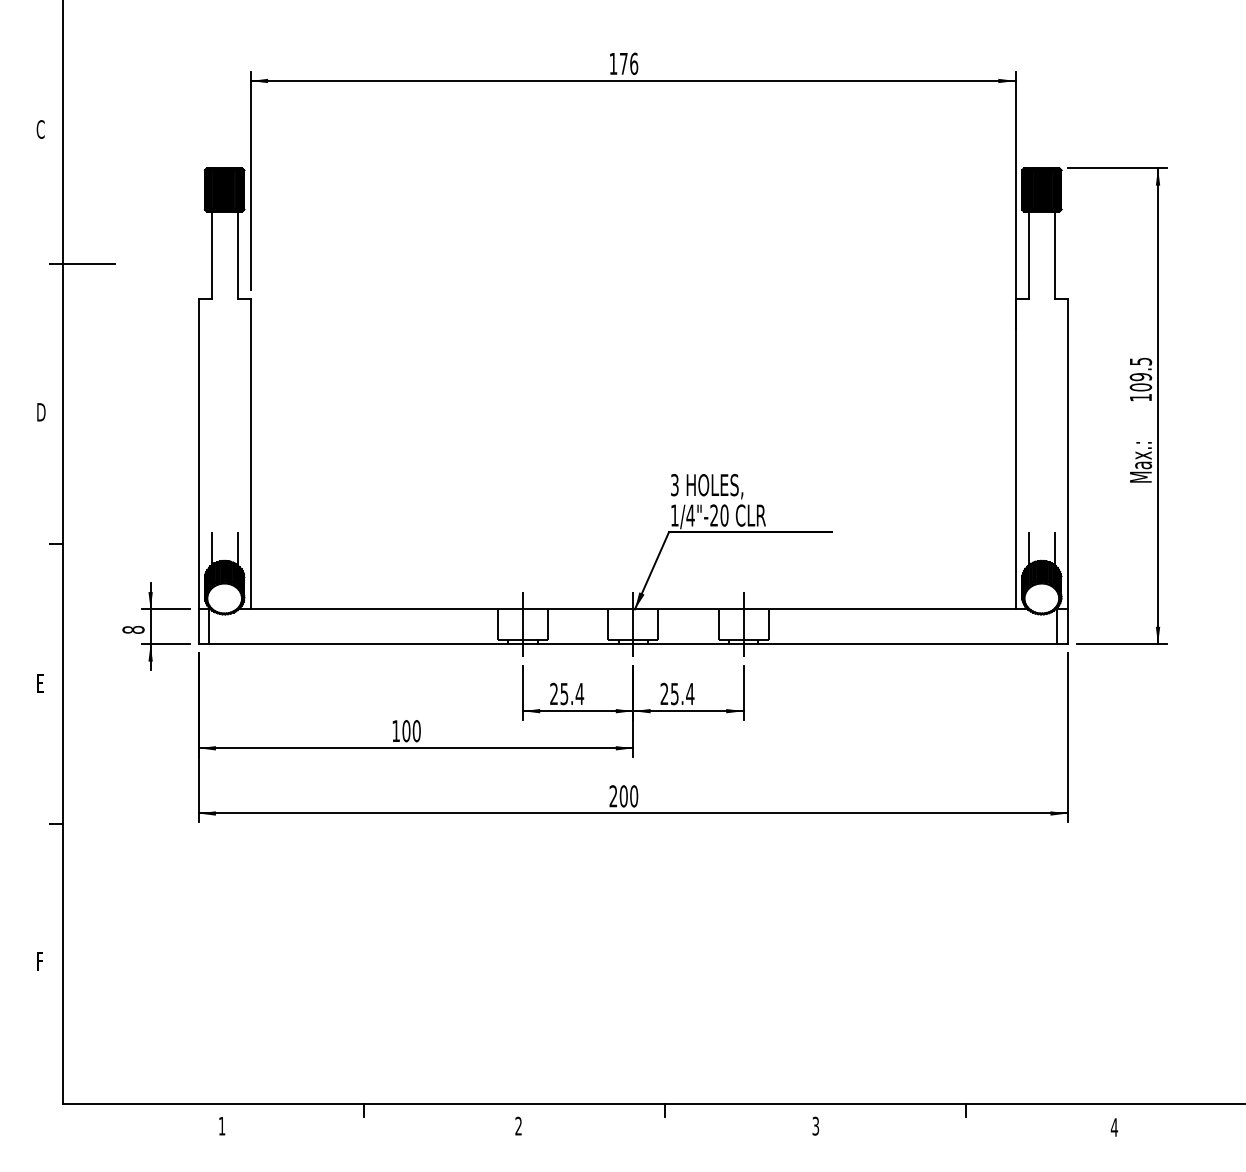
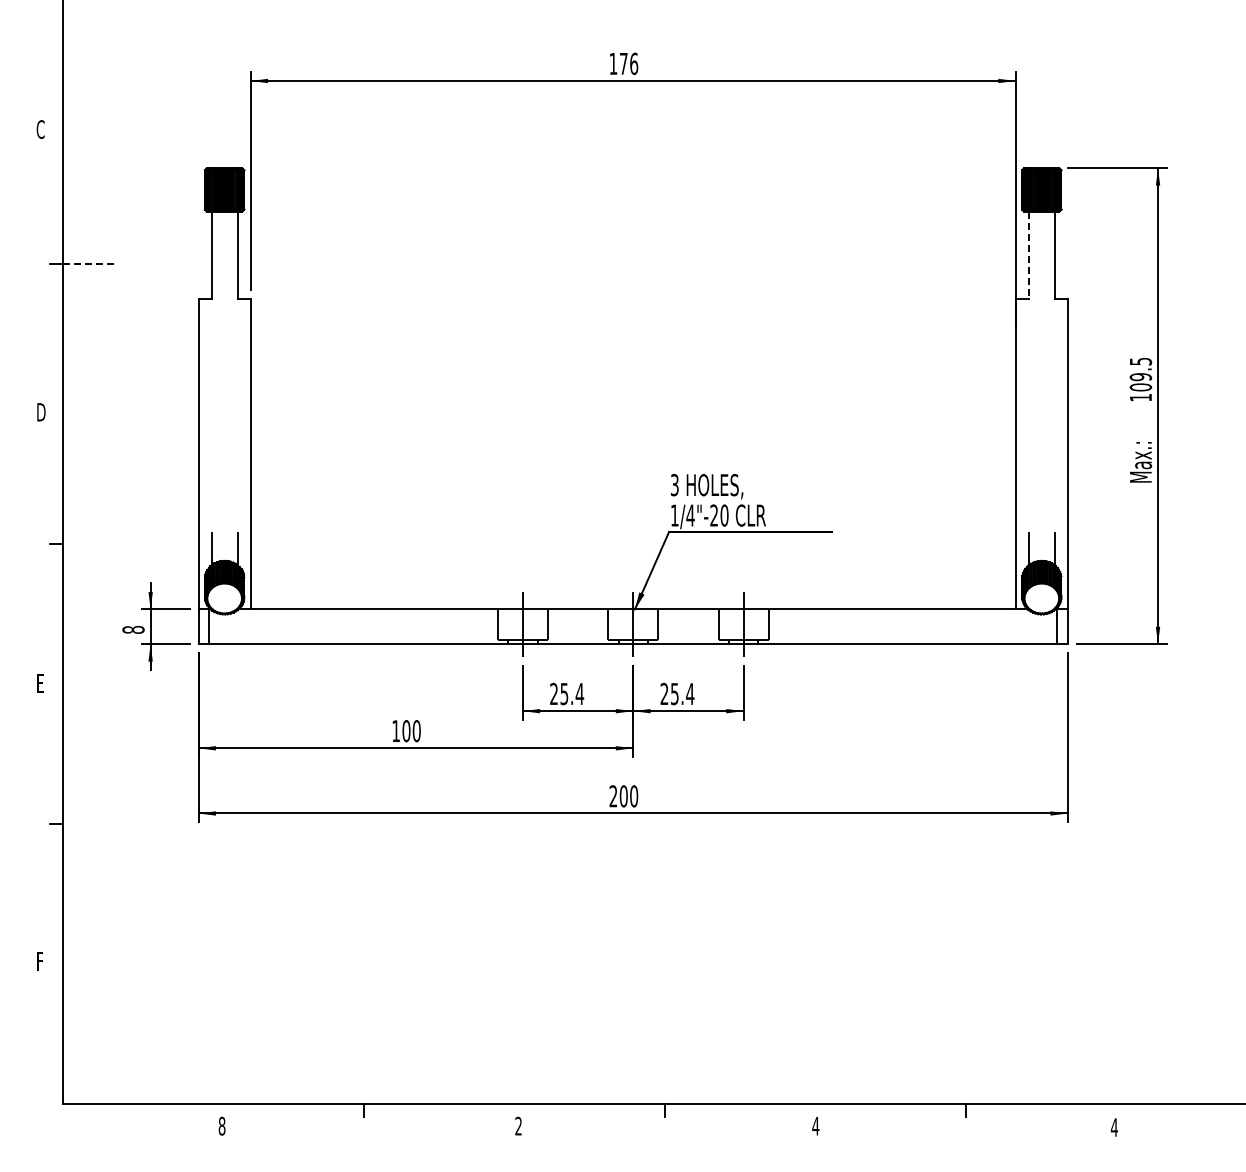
line at (1028, 255): solid -> dashed
line at (89, 264): solid -> dashed
text at (221, 1125): 1 -> 8
text at (815, 1125): 3 -> 4
